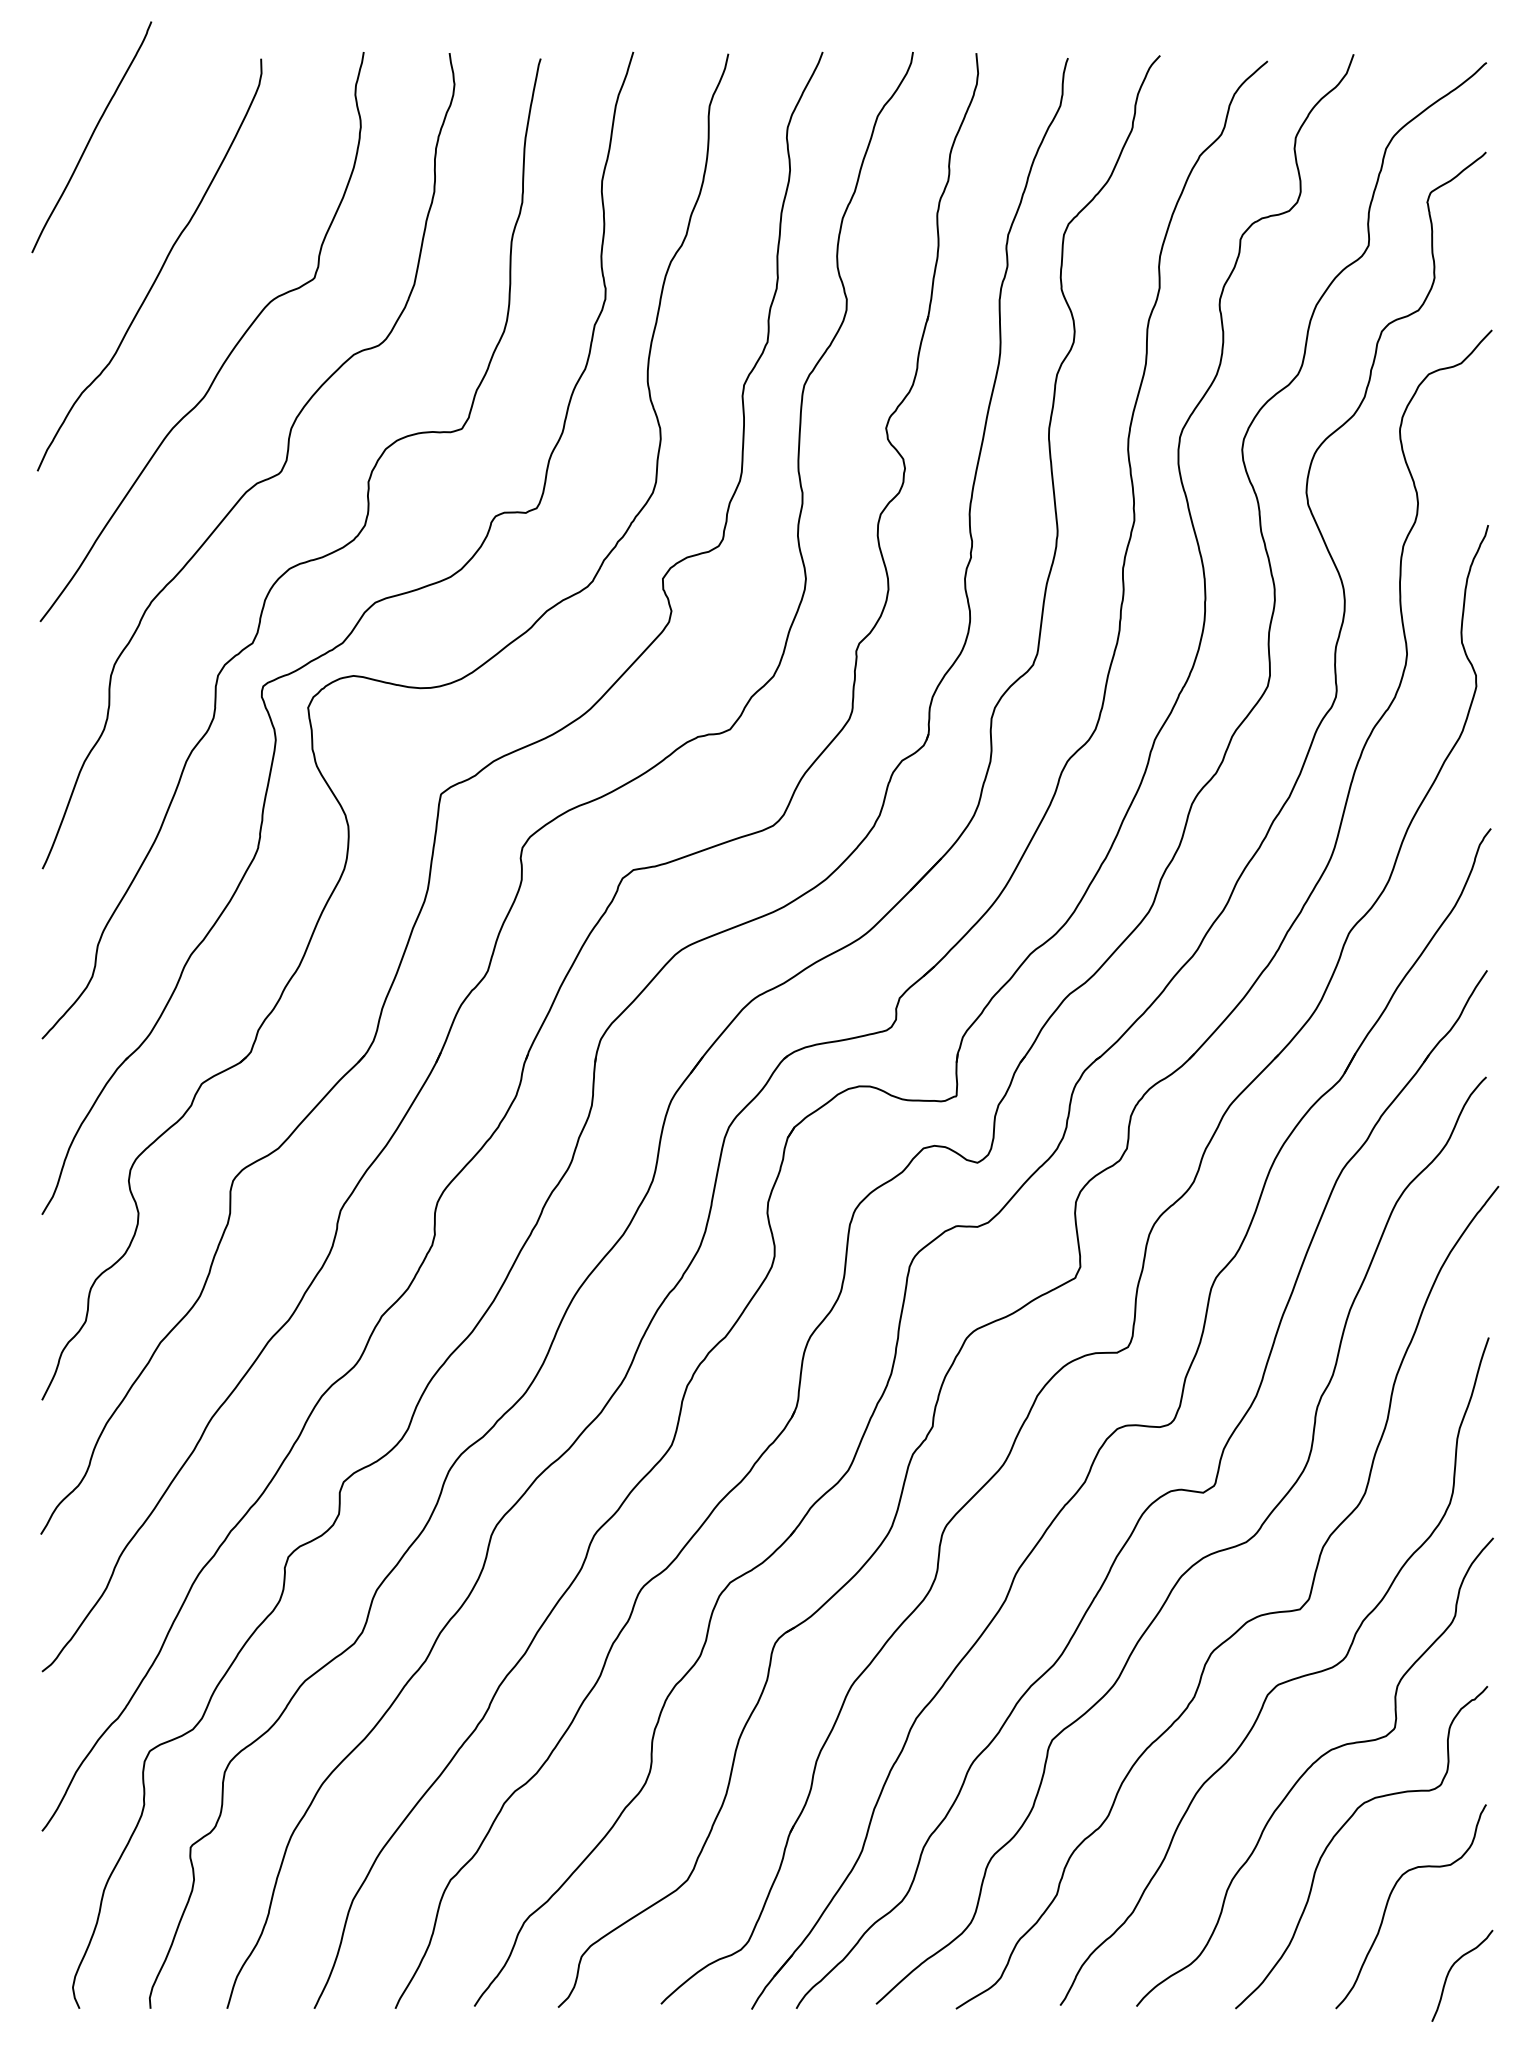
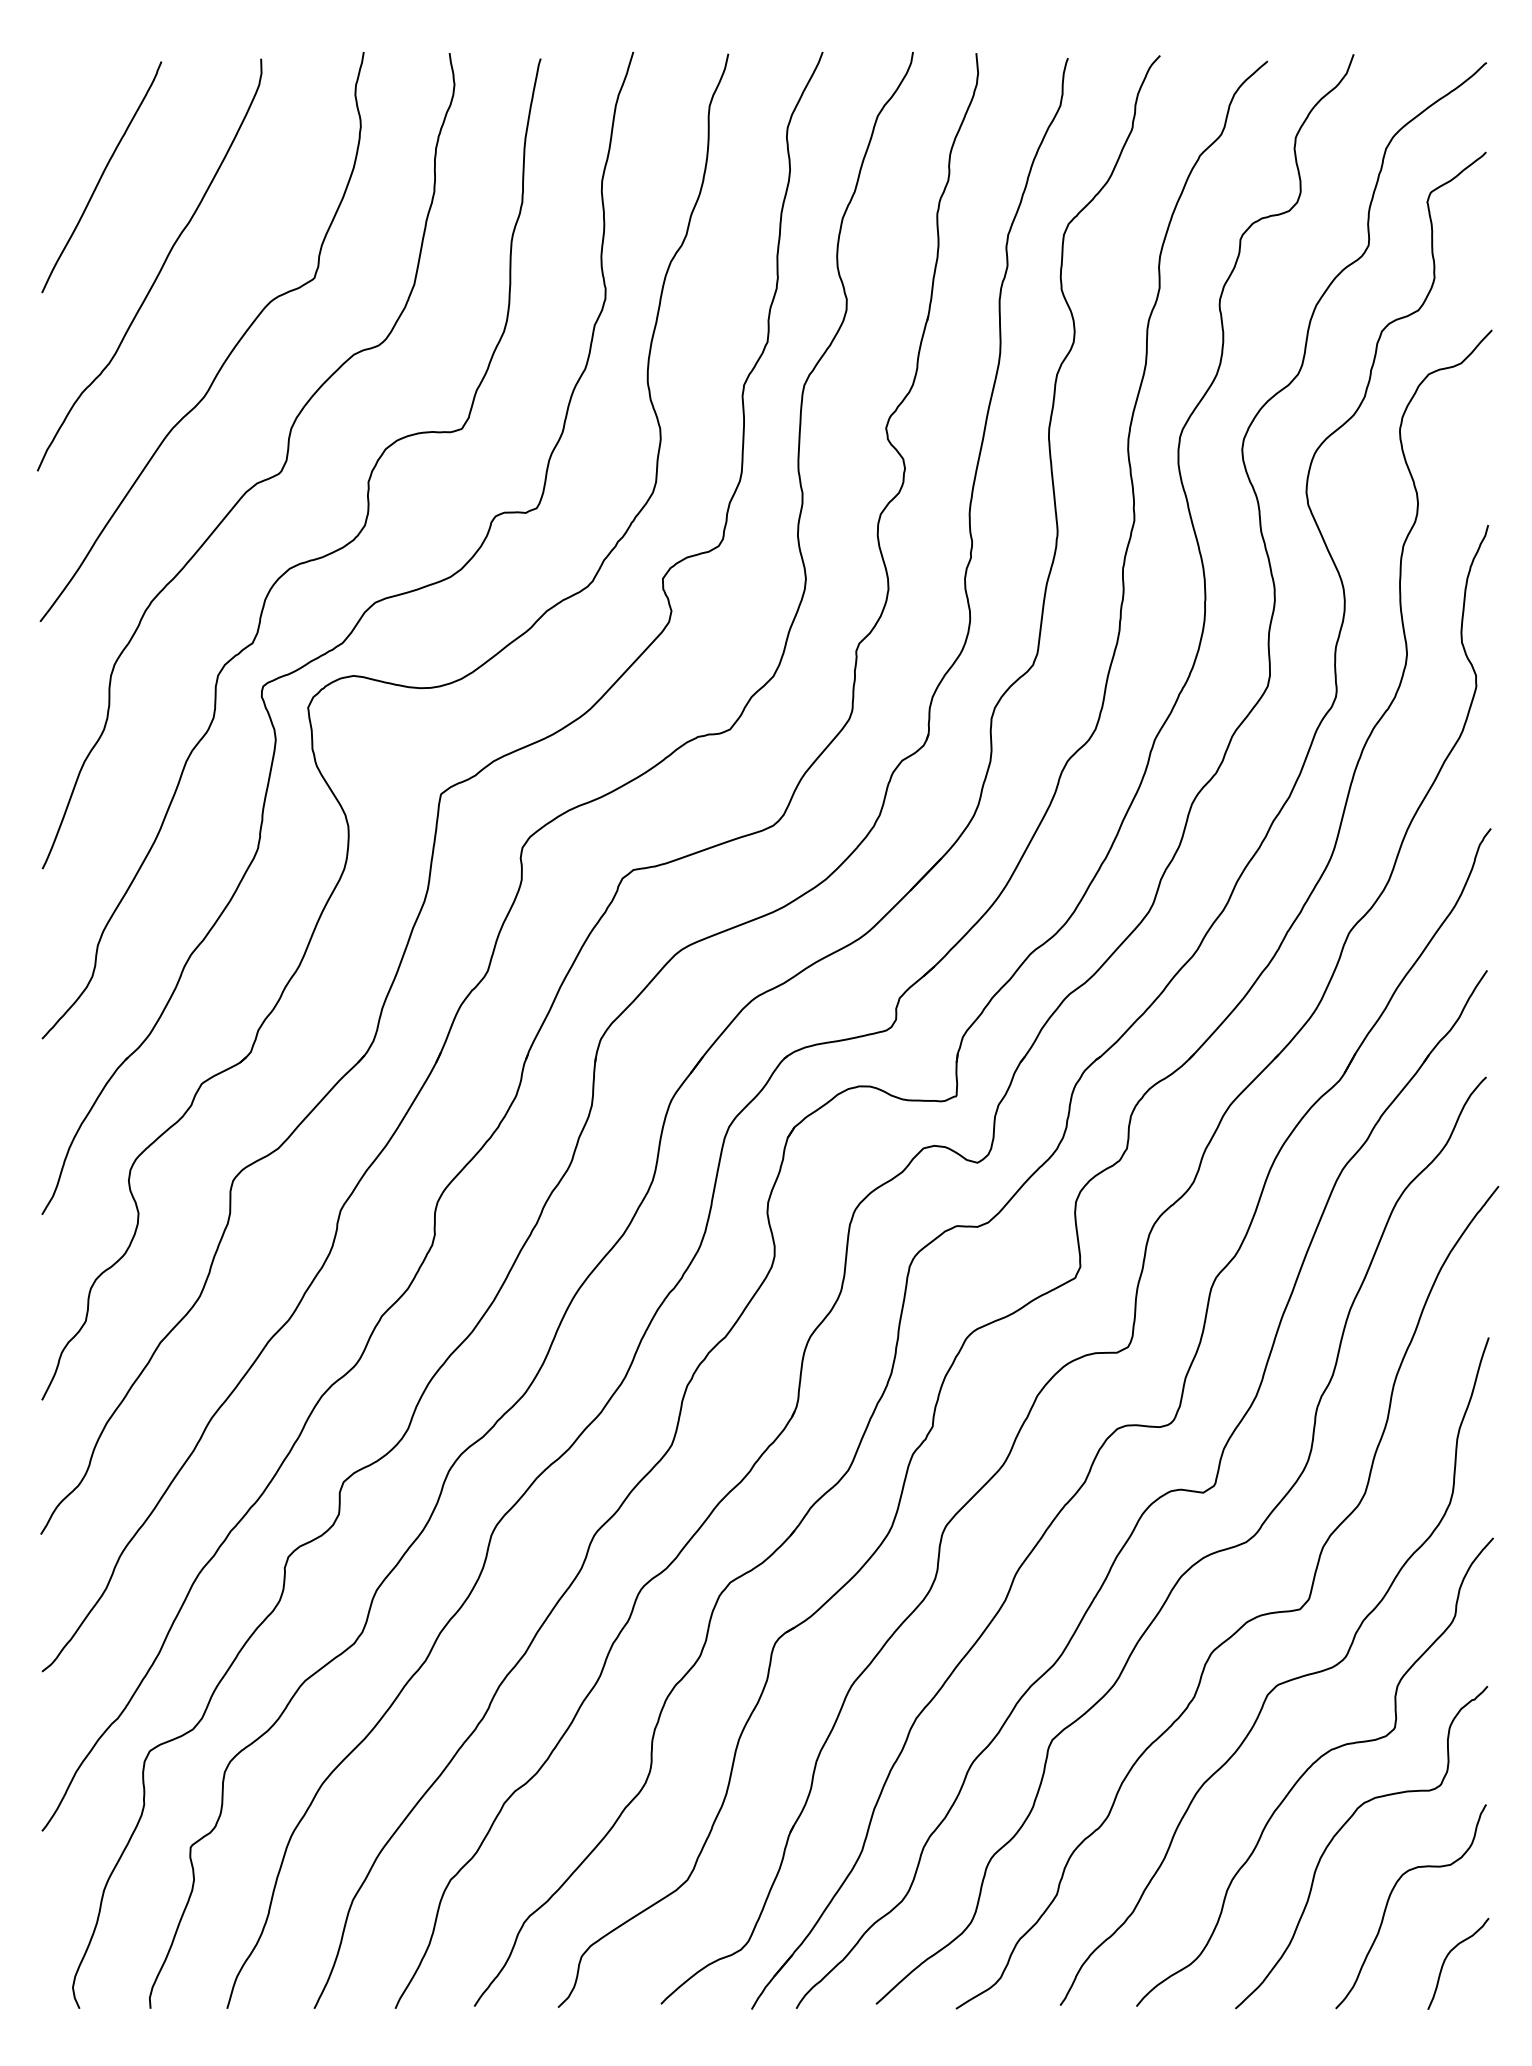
curve at (91, 137) position: (91, 137) -> (101, 177)
curve at (1451, 1969) position: (1451, 1969) -> (1447, 1957)
